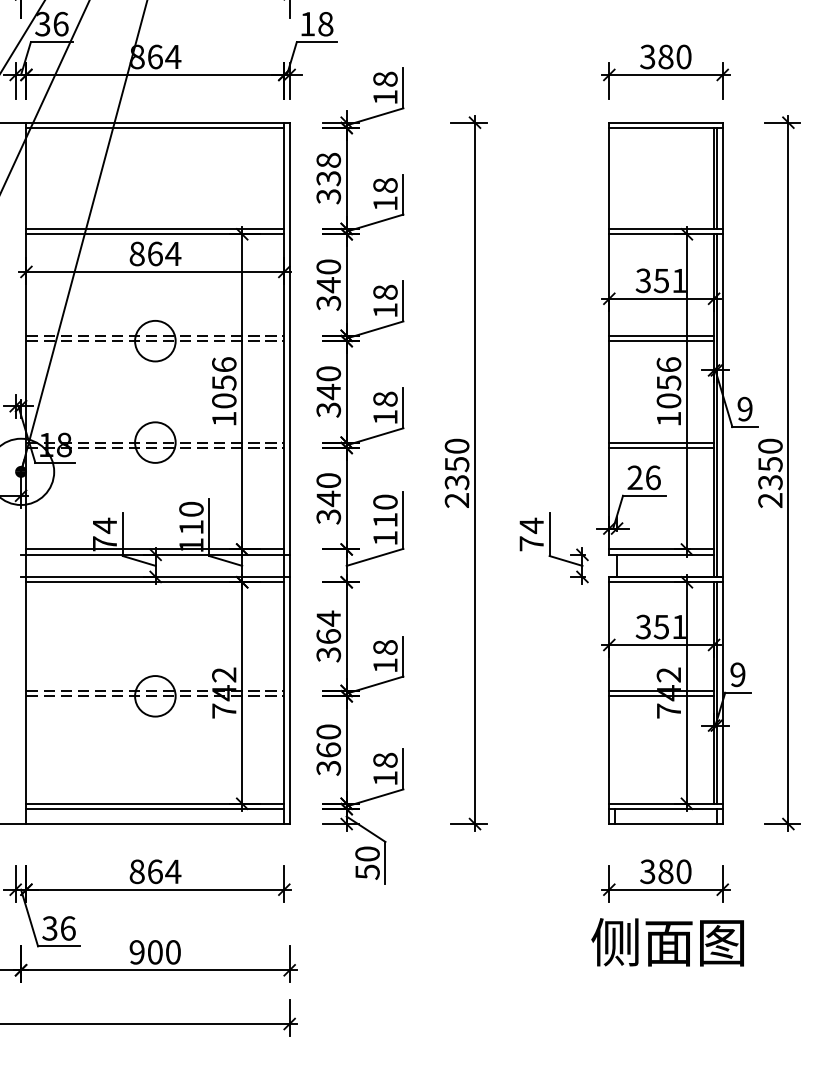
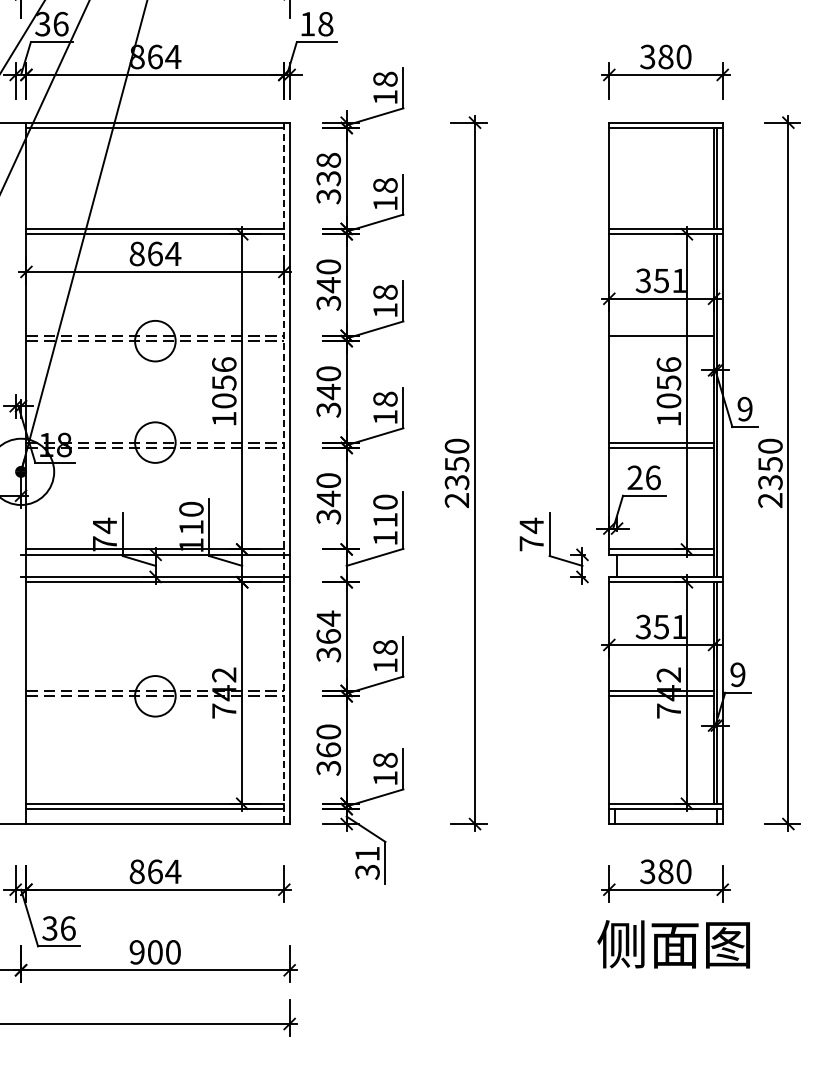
line at (661, 341): present -> none
line at (284, 473): solid -> dashed
text at (367, 862): 50 -> 31
text at (667, 942) position: (667, 942) -> (673, 944)
